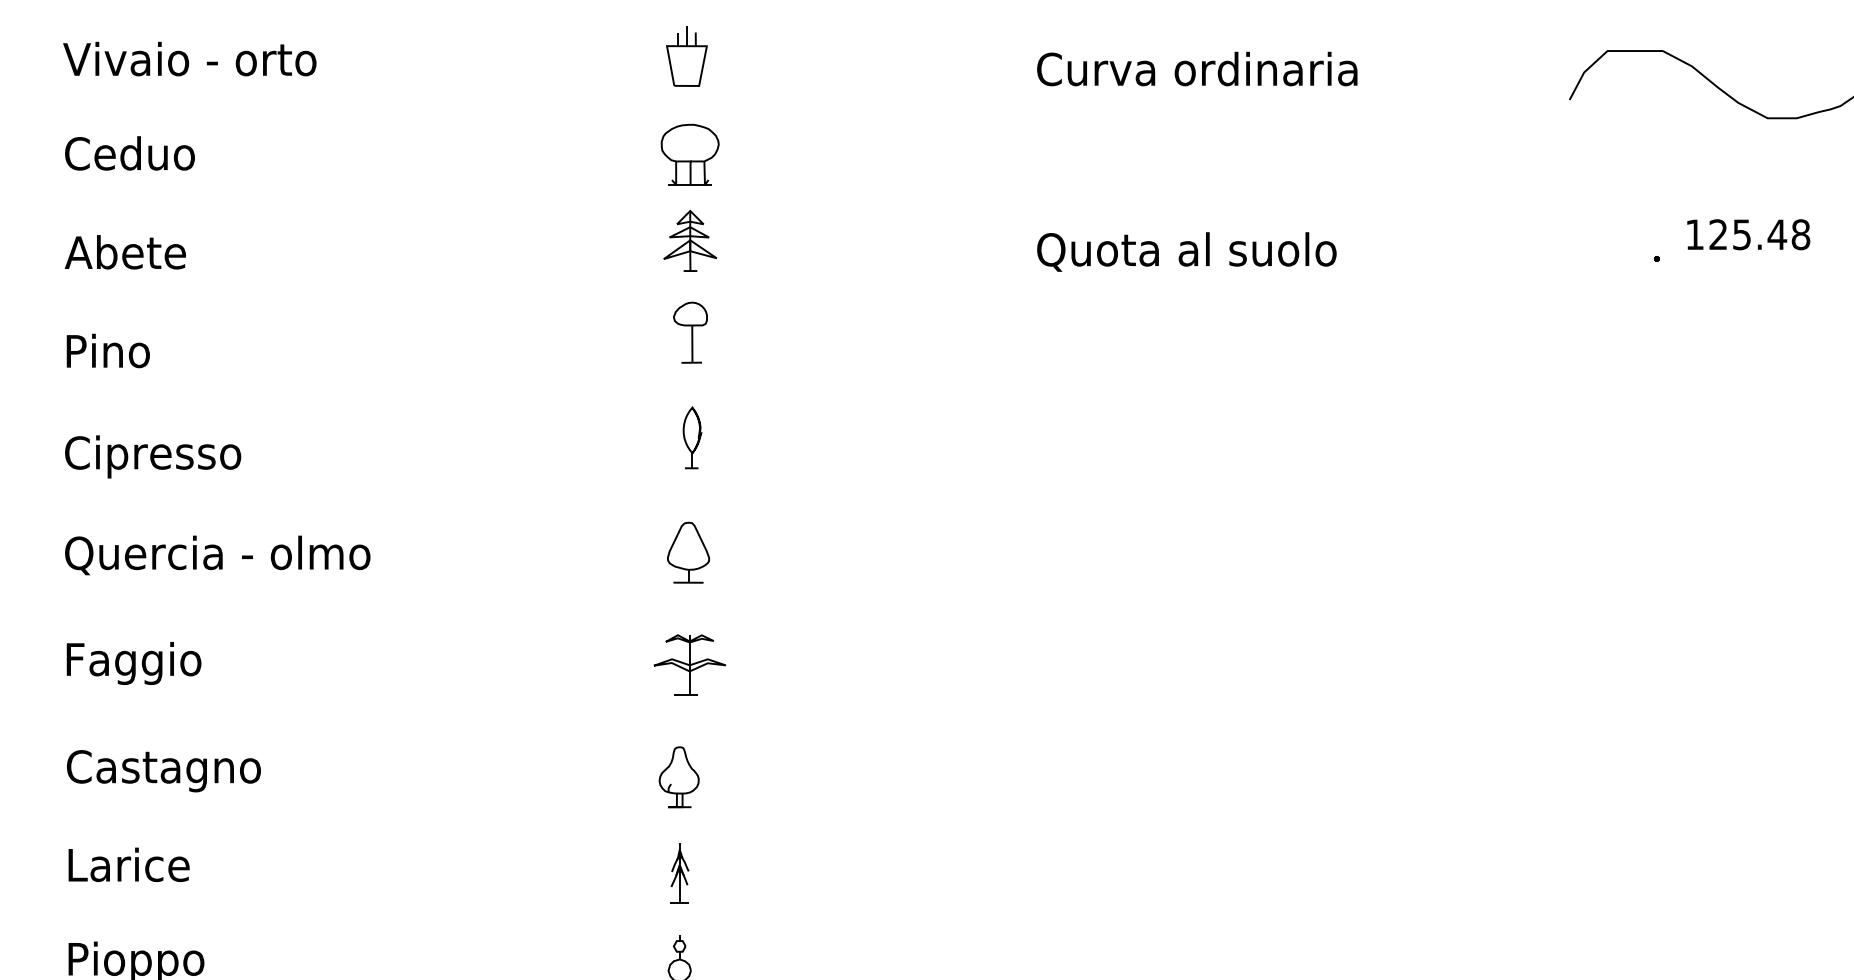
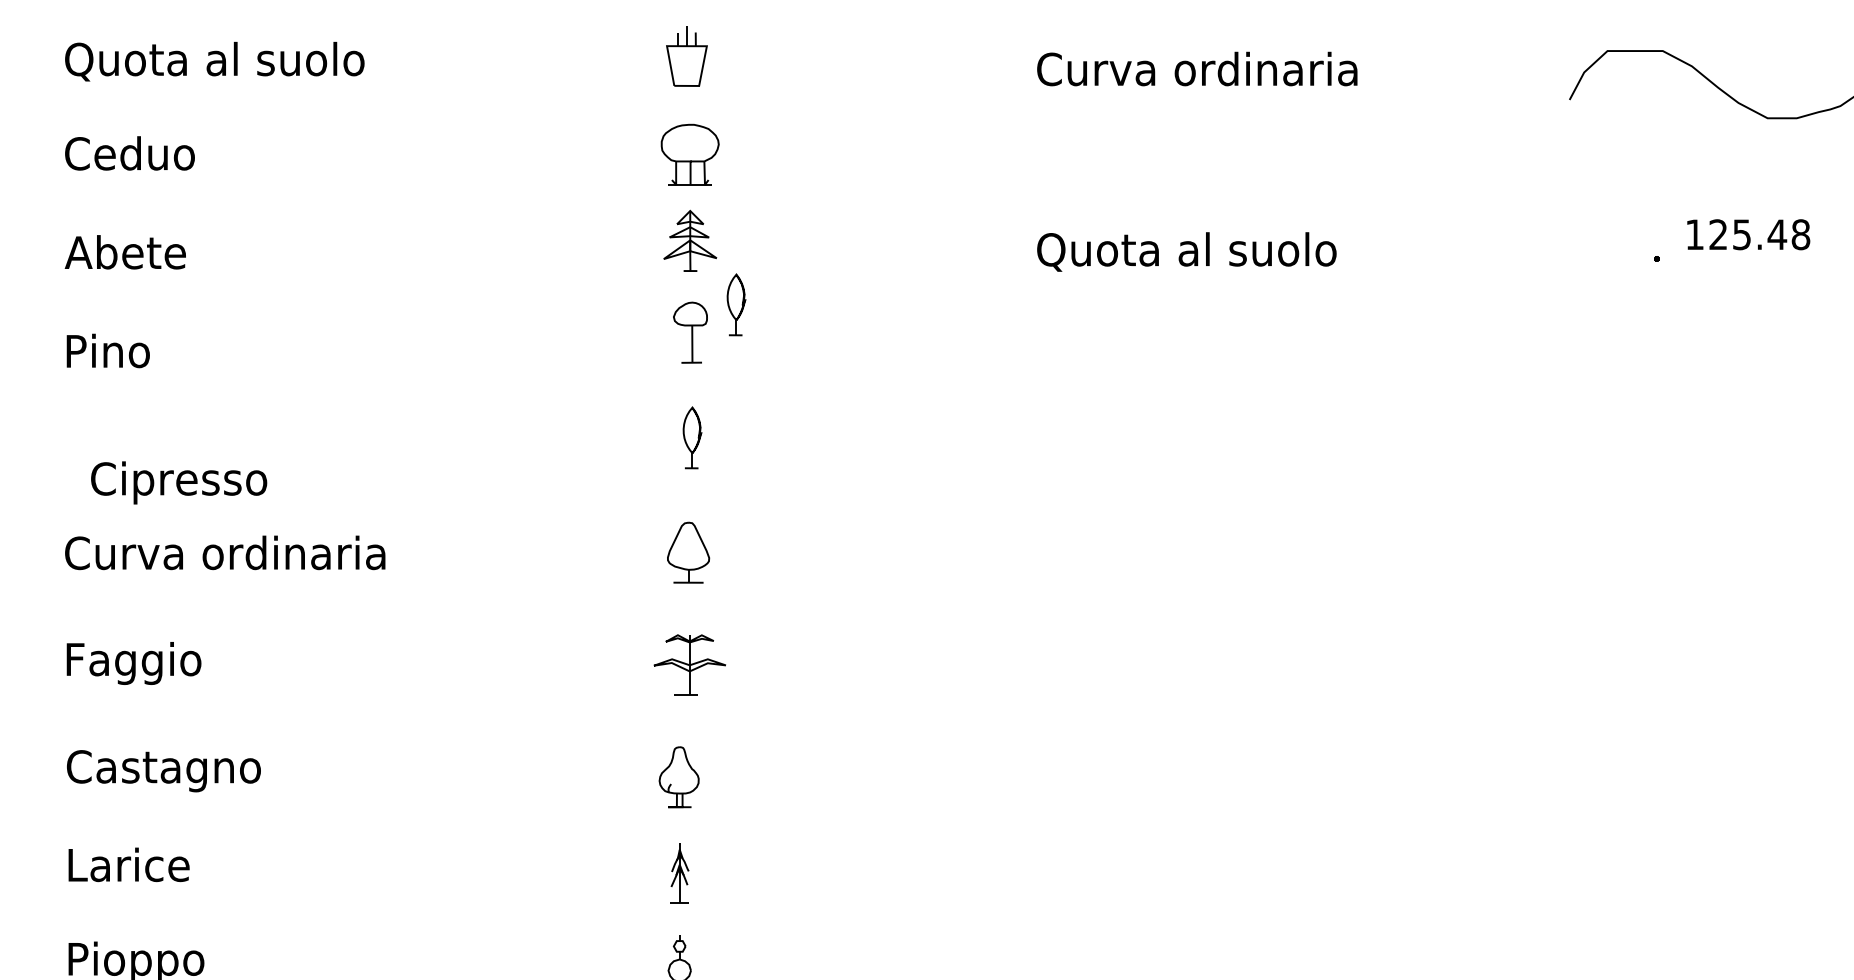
text at (213, 61): Vivaio - orto -> Quota al suolo
part at (736, 304): none -> present
text at (153, 456) position: (153, 456) -> (179, 482)
text at (227, 555): Quercia - olmo -> Curva ordinaria
